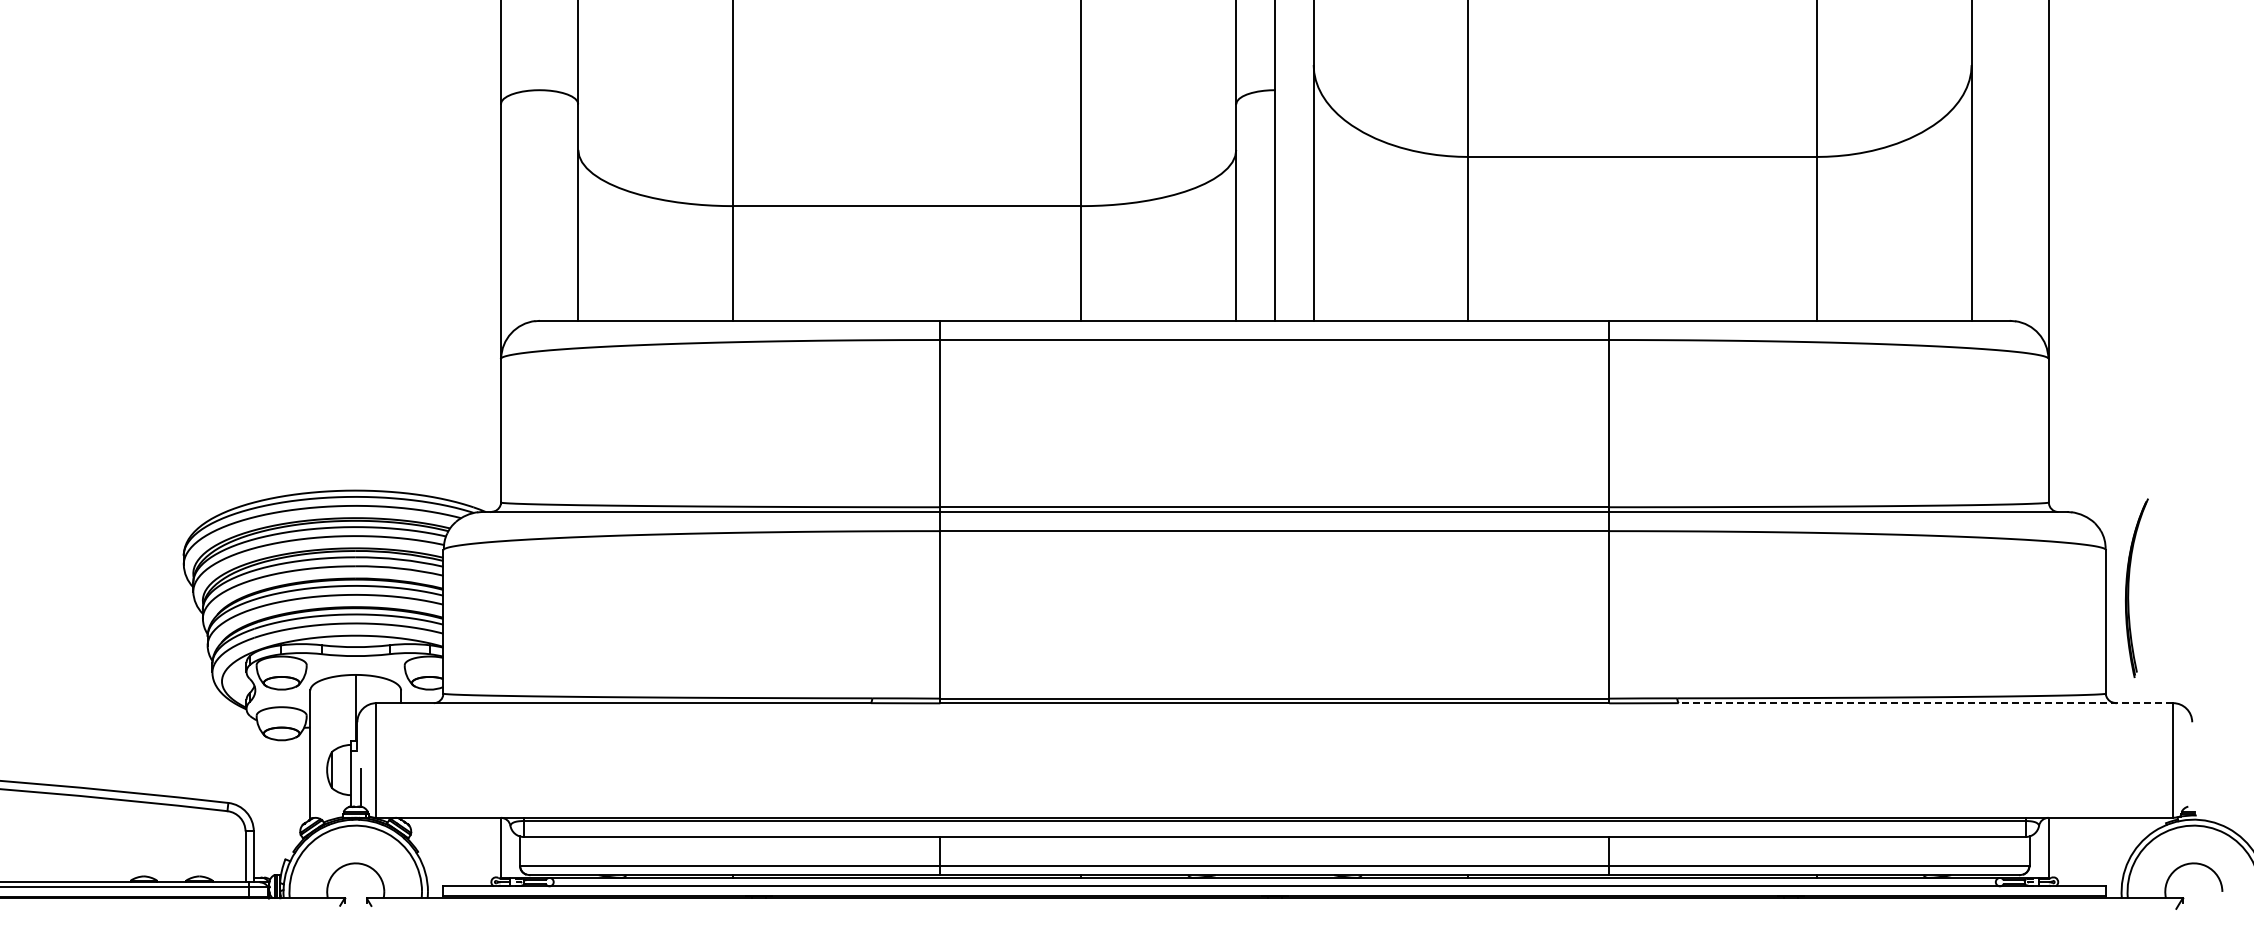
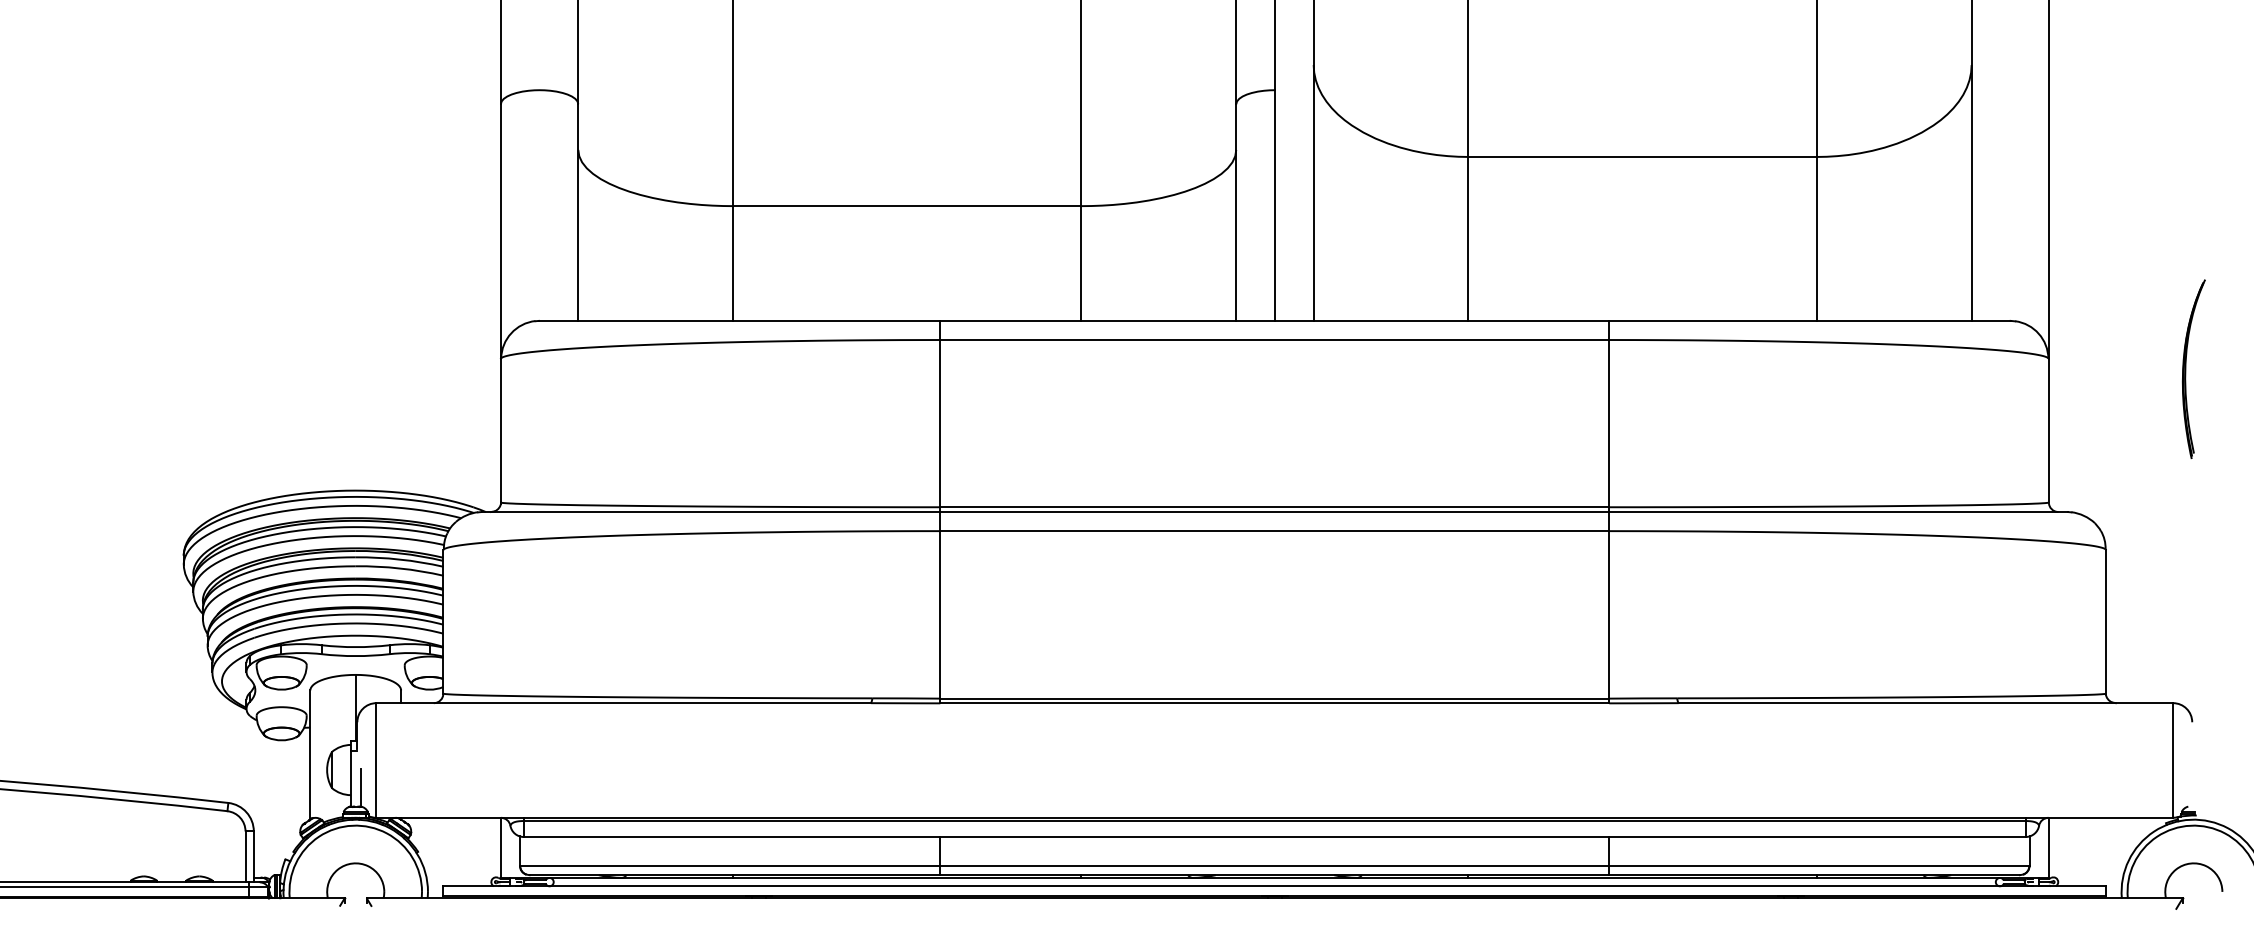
part at (2129, 587) position: (2129, 587) -> (2186, 368)
line at (1925, 703): dashed -> solid
